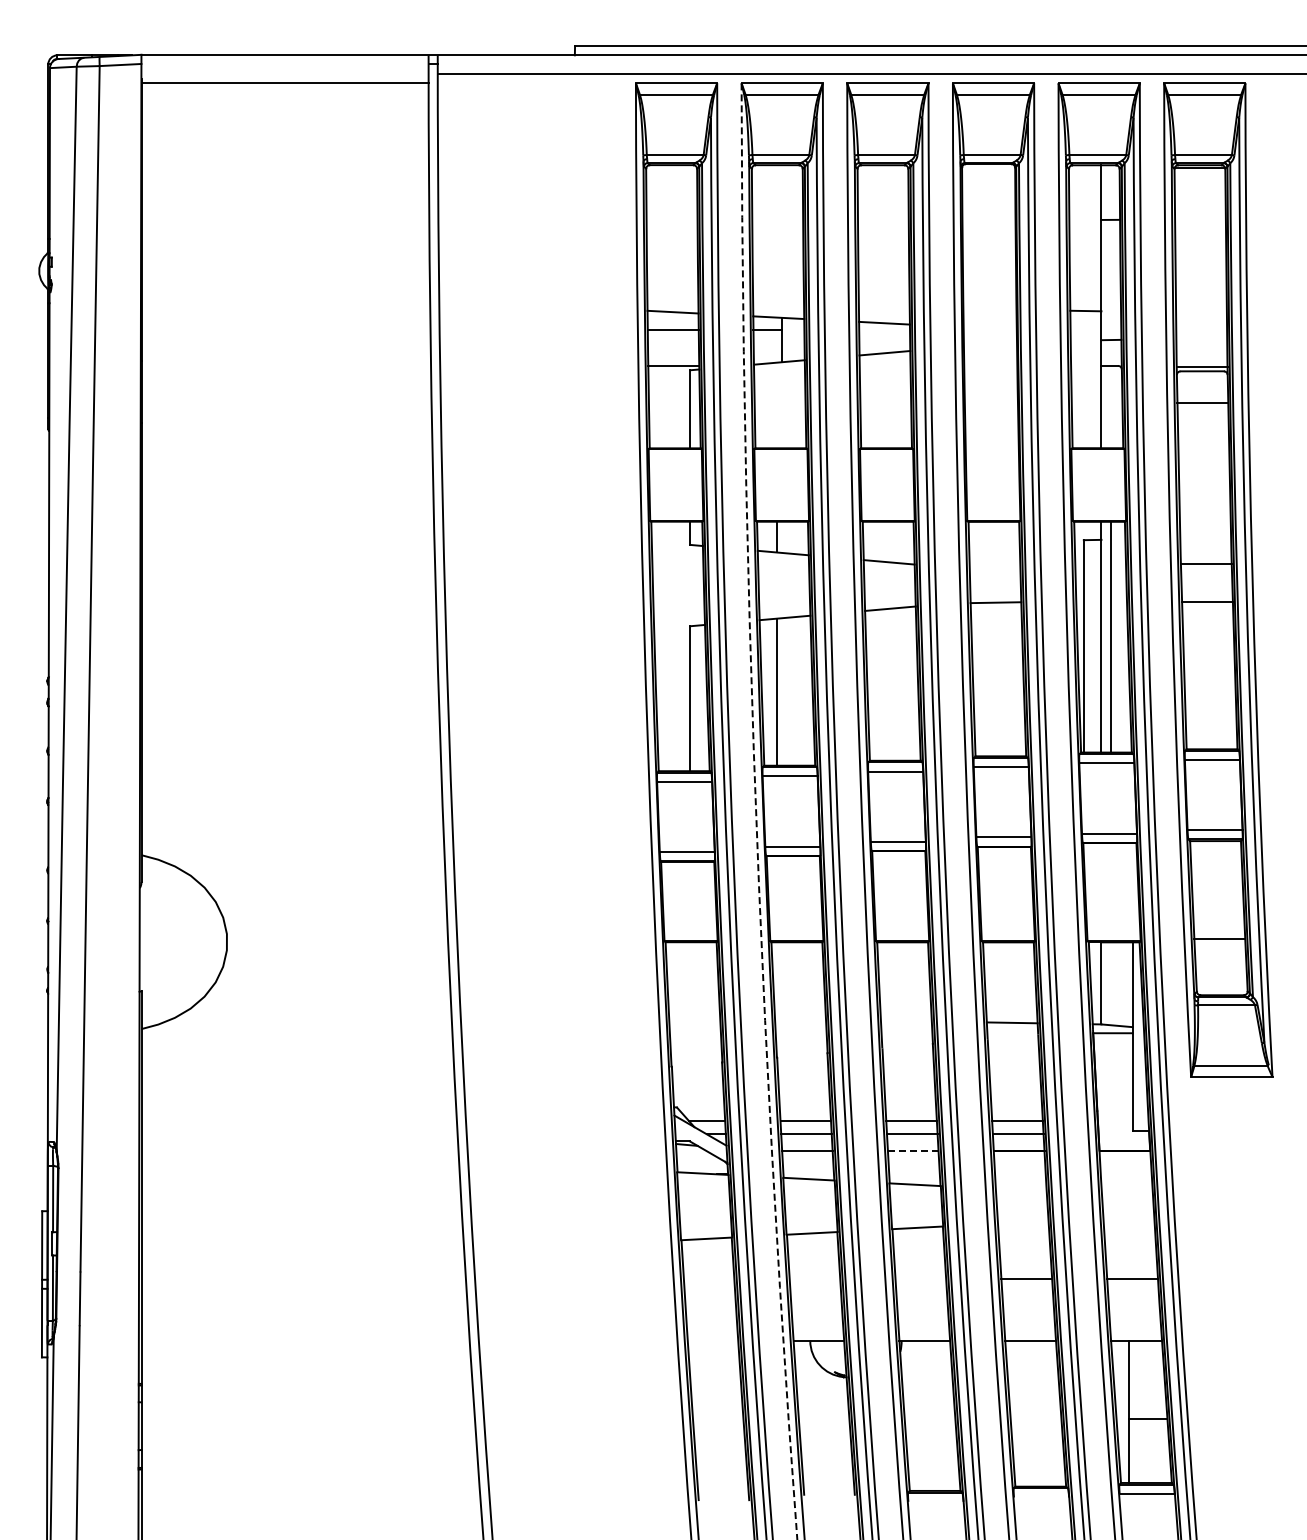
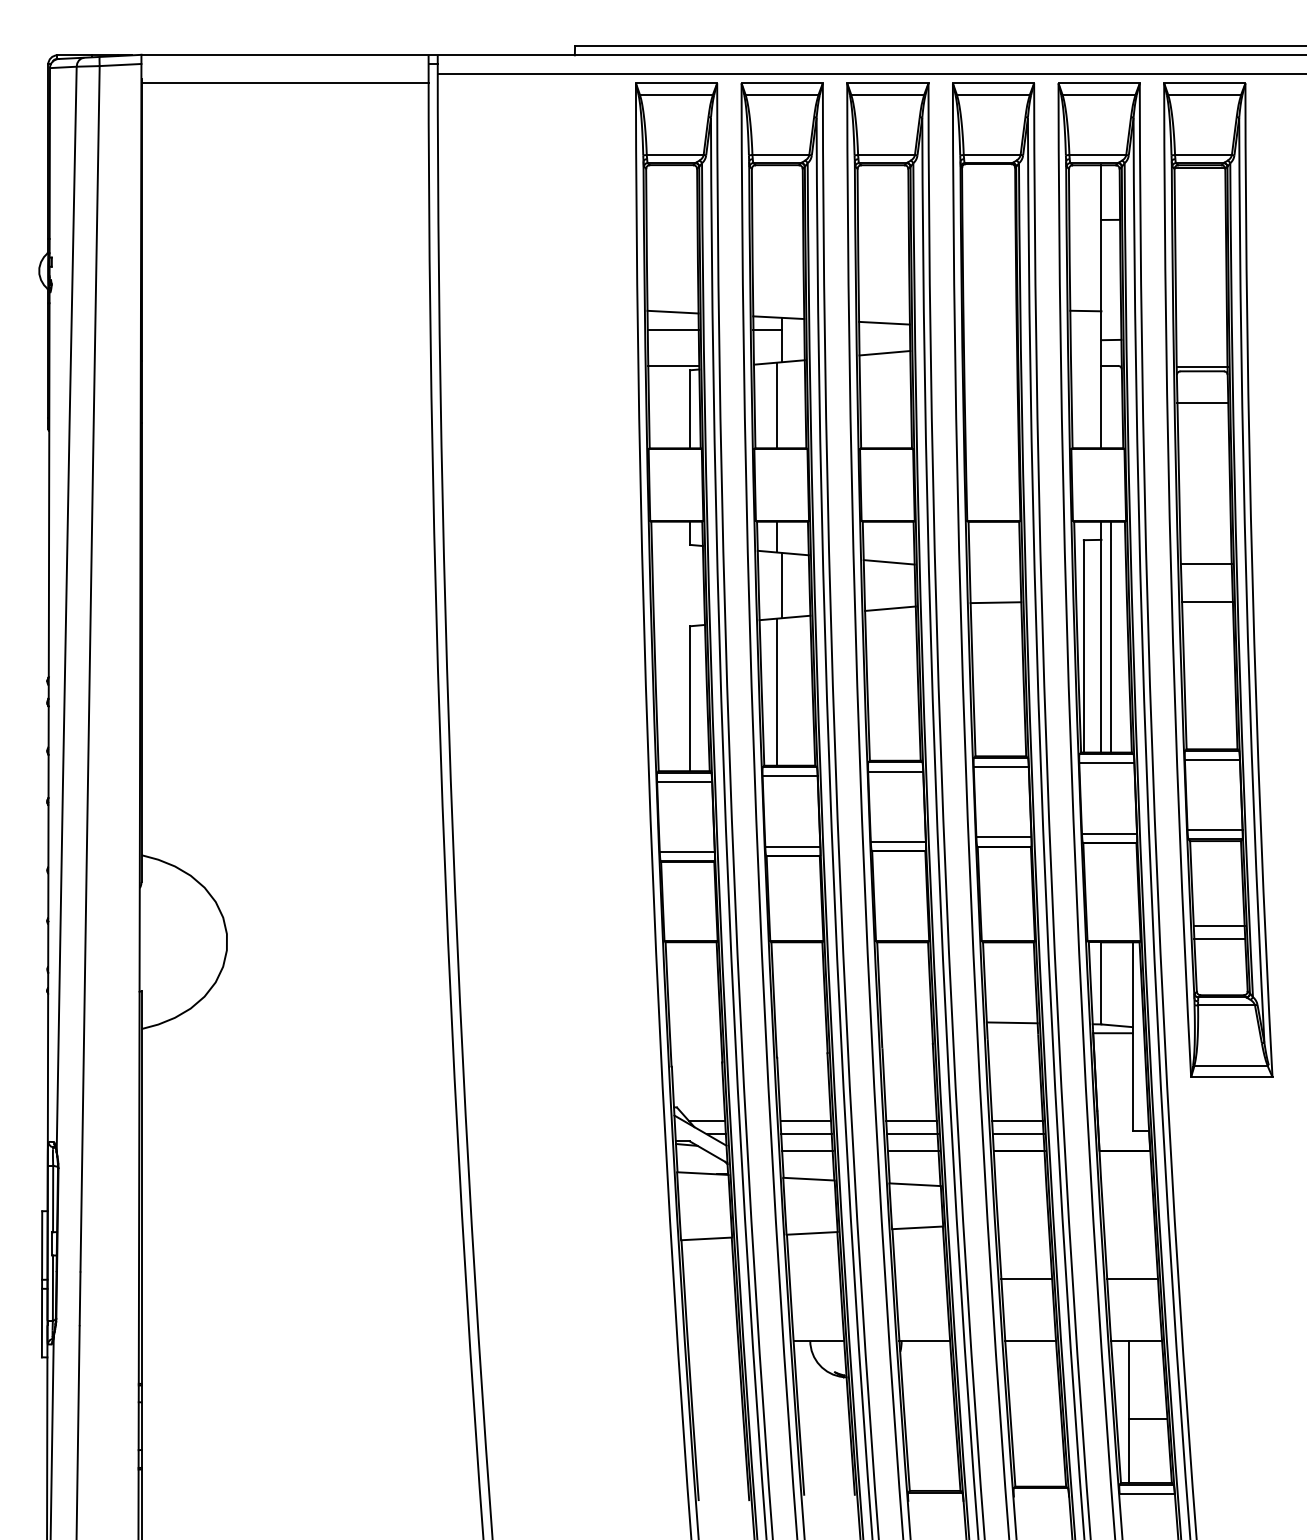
line at (776, 405): none -> present
line at (781, 585): none -> present
arc at (756, 812): dashed -> solid
line at (1218, 925): none -> present
line at (913, 1150): dashed -> solid
